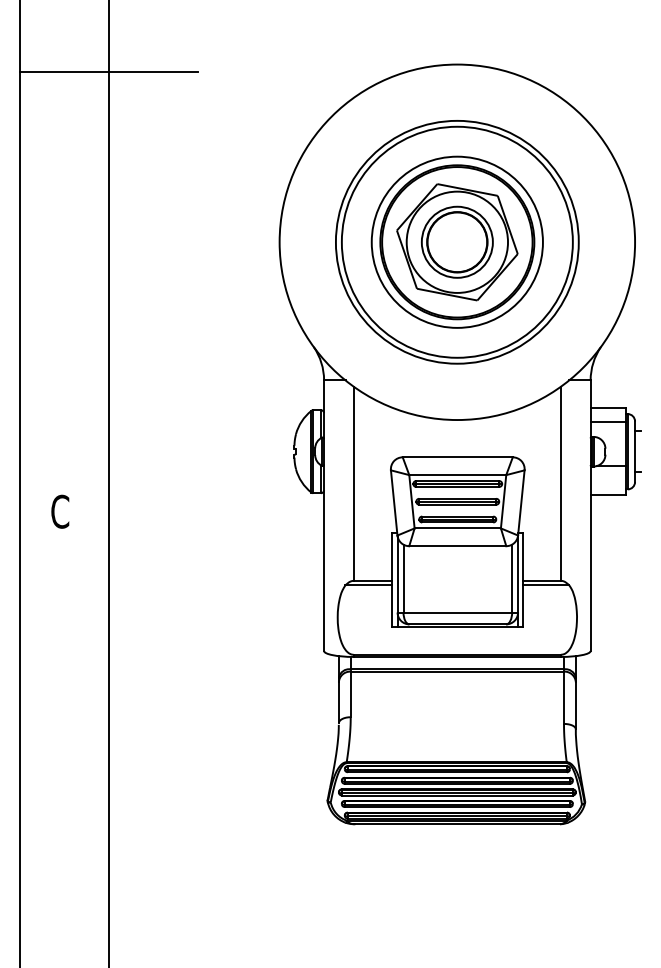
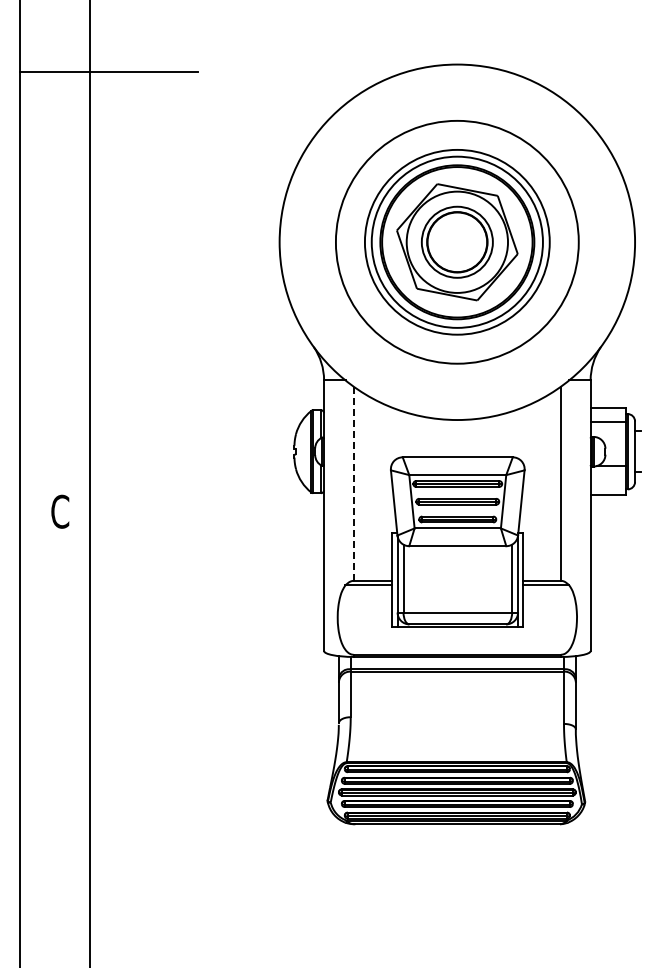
circle at (456, 241) diameter: 231 px -> 185 px
line at (108, 483) position: (108, 483) -> (89, 483)
line at (353, 484): solid -> dashed
